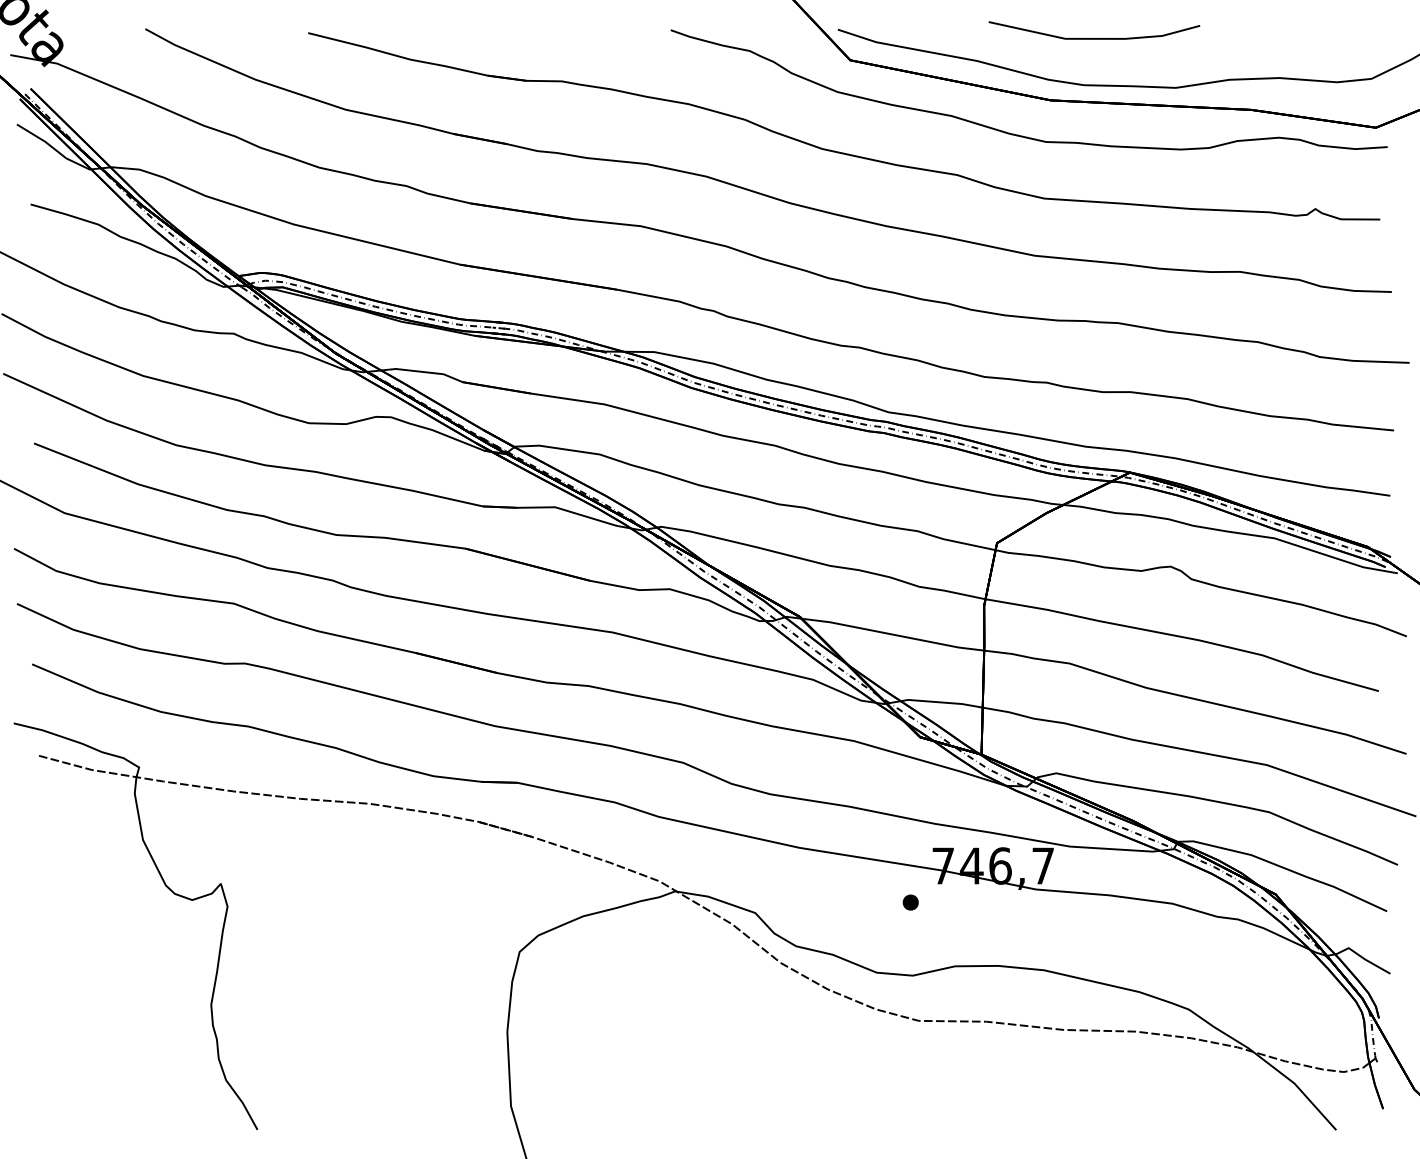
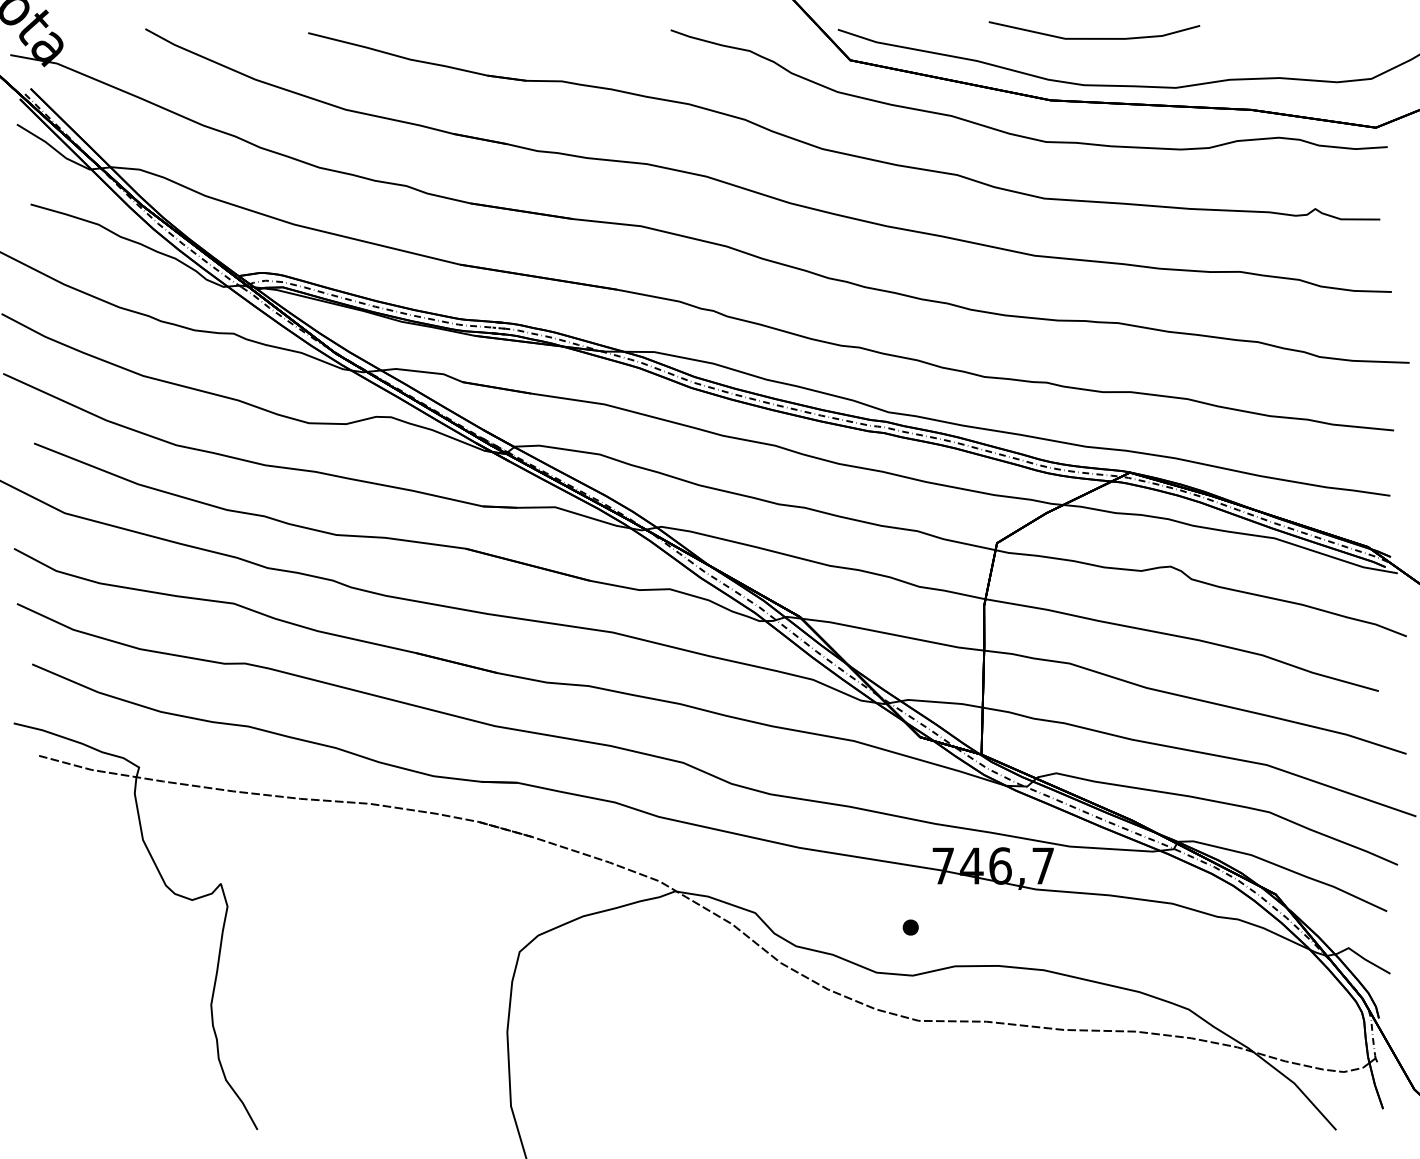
part at (910, 902) position: (910, 902) -> (910, 927)
